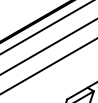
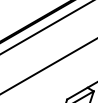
line at (48, 46): present -> none
